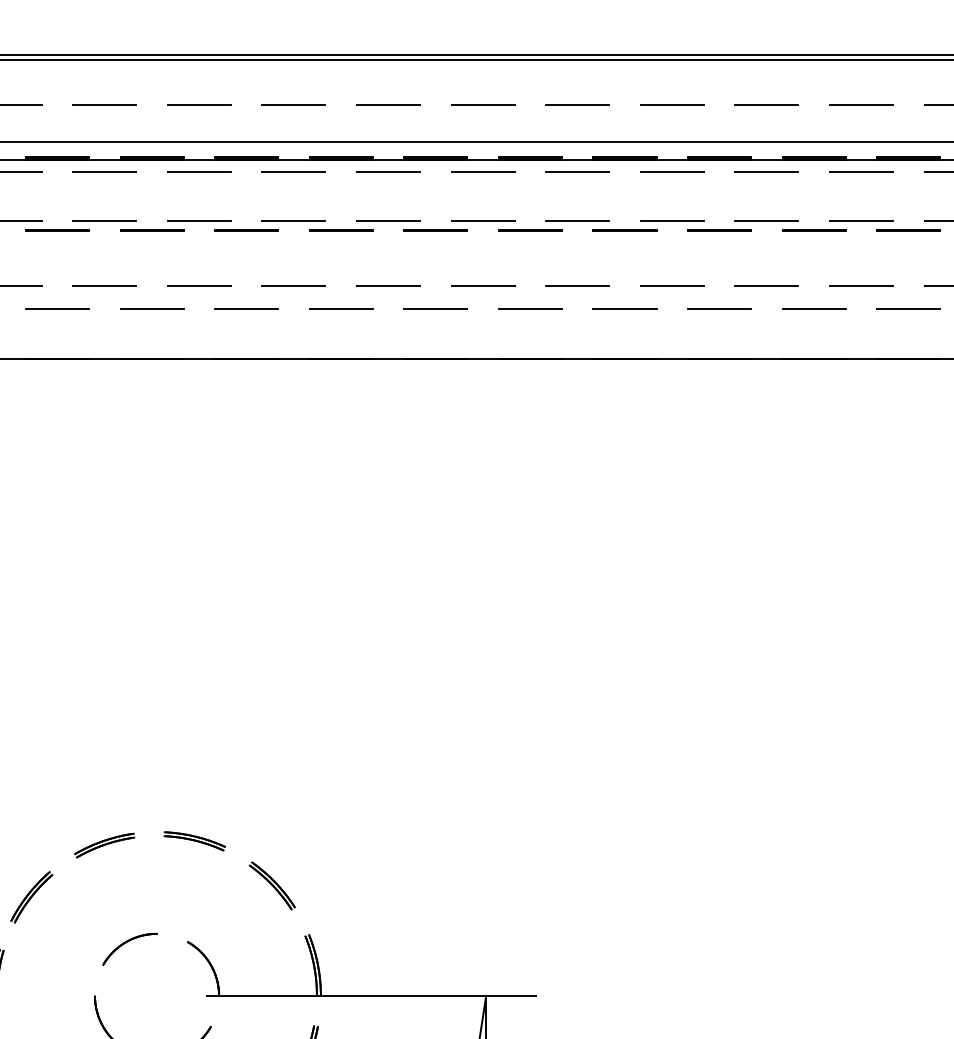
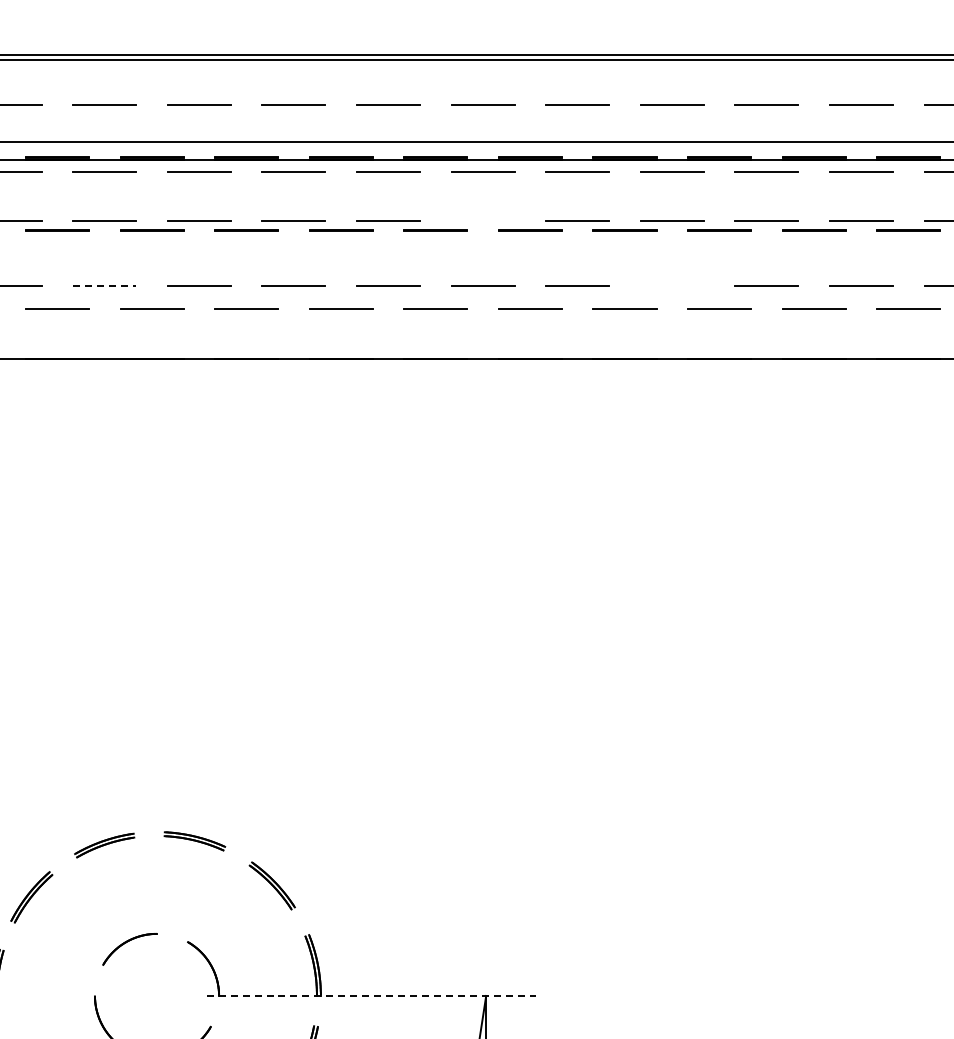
line at (482, 221): present -> none
line at (104, 285): solid -> dashed
line at (671, 285): present -> none
line at (371, 995): solid -> dashed
